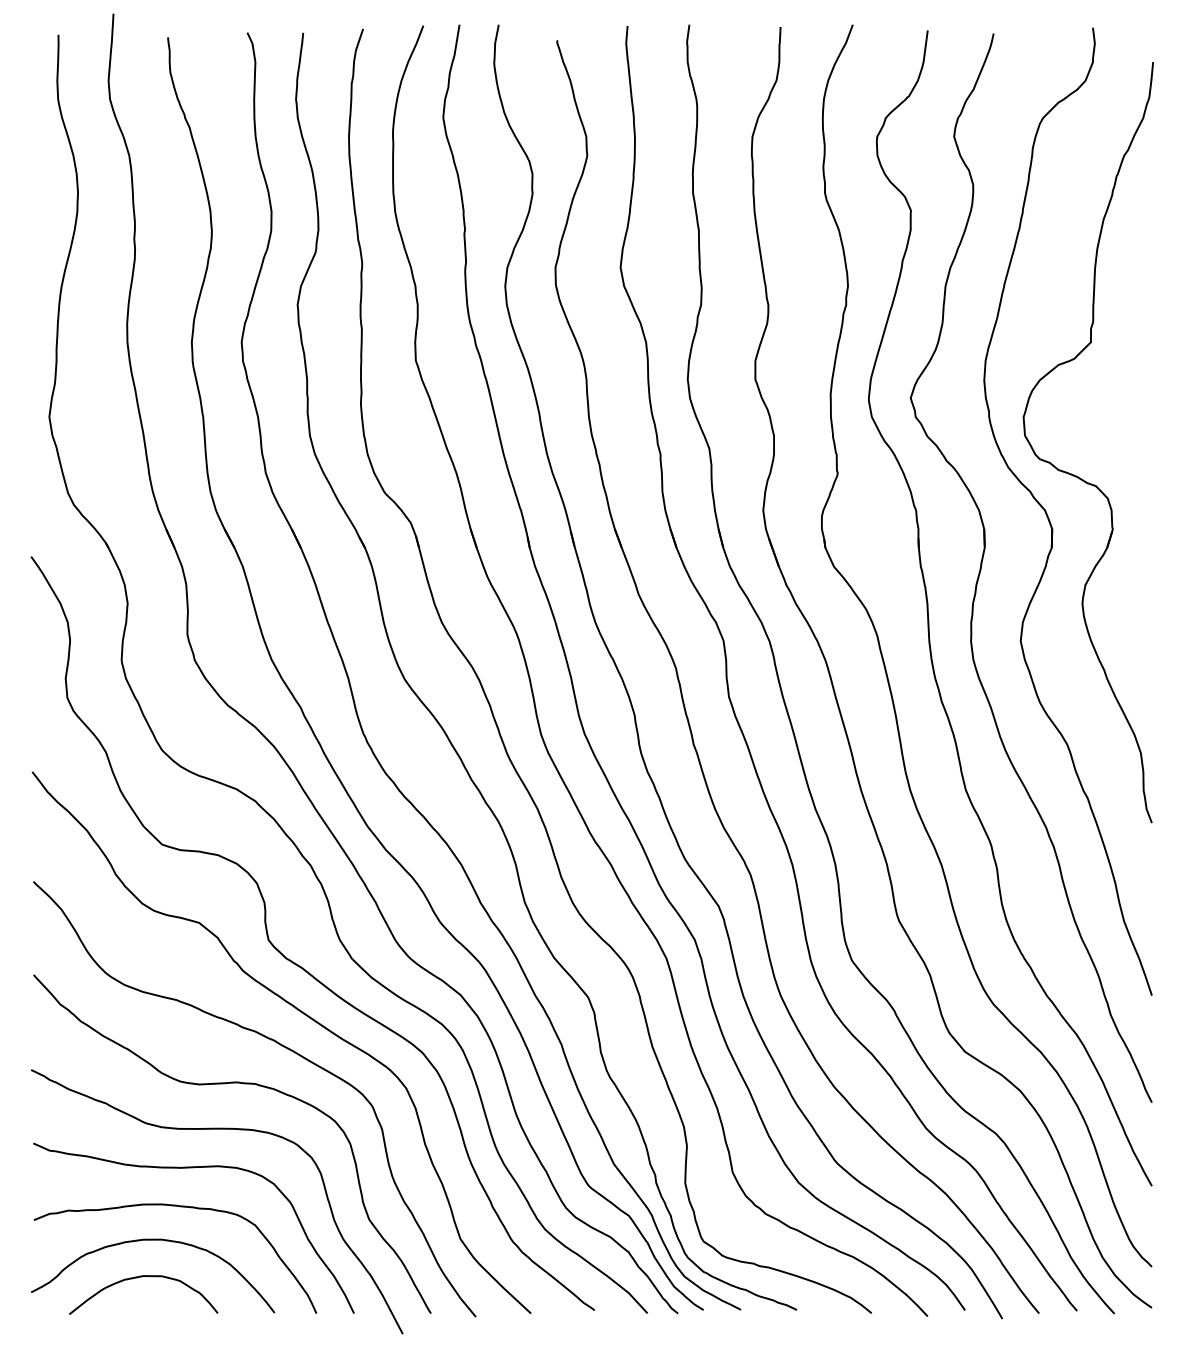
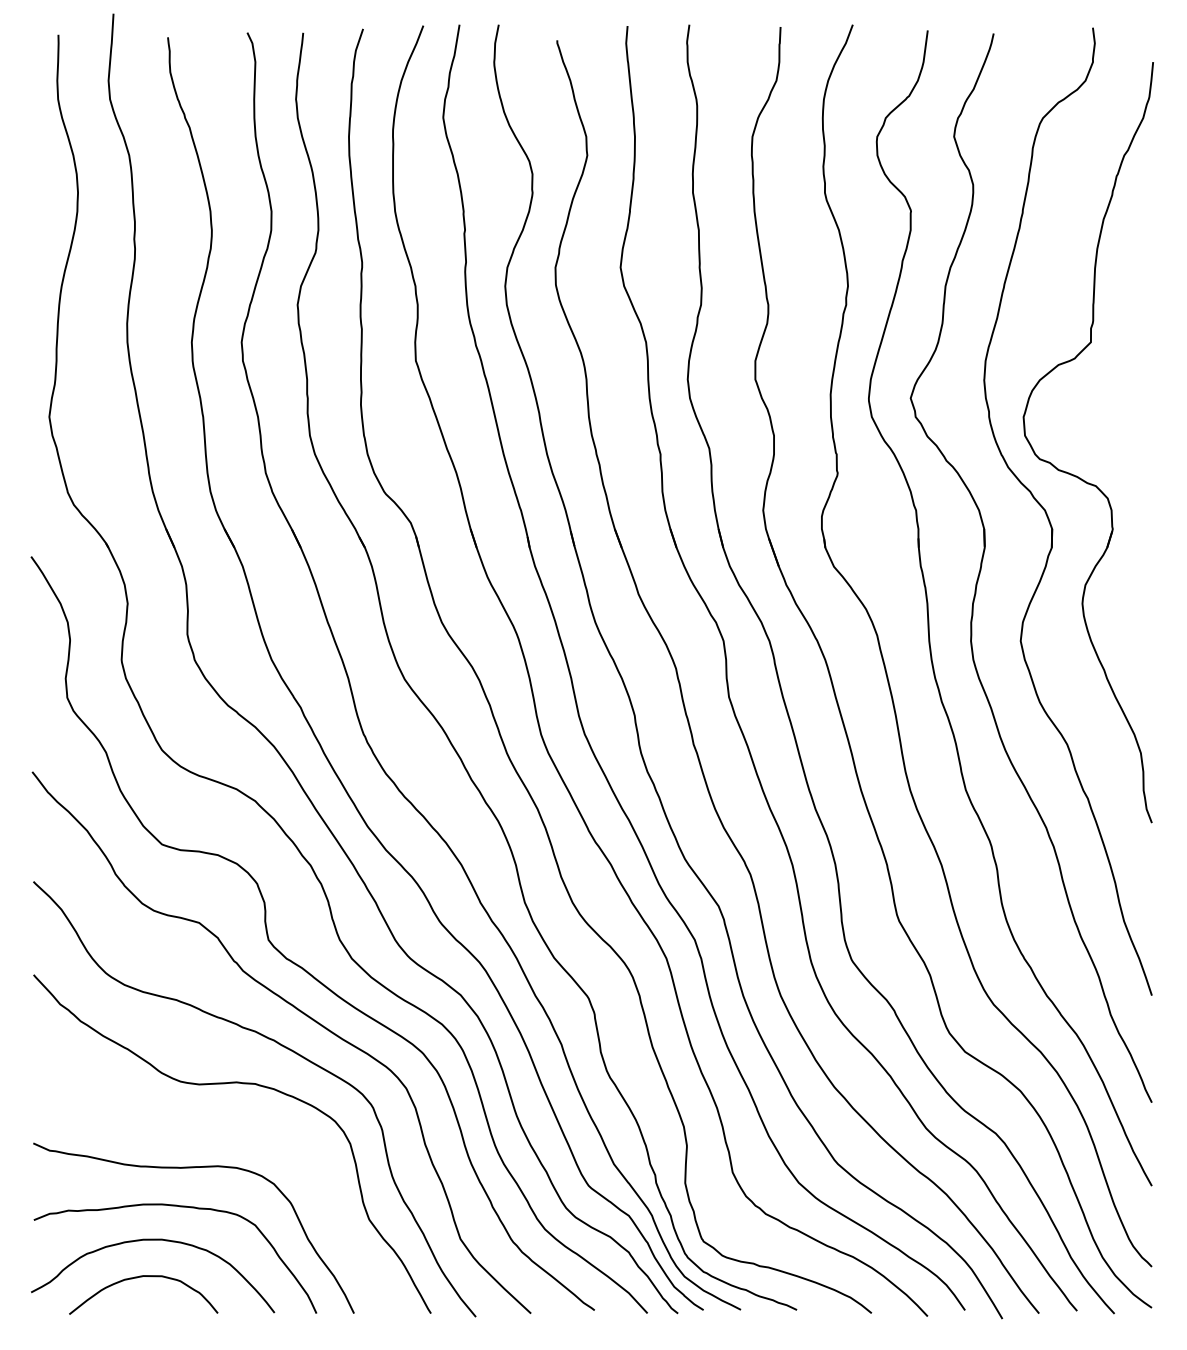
curve at (217, 1129): present -> none
